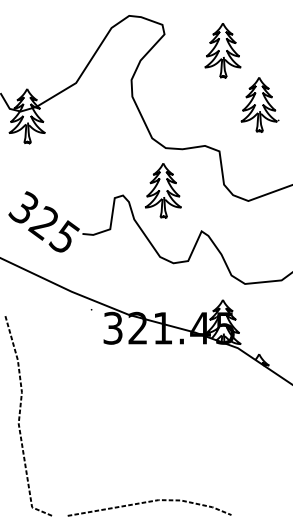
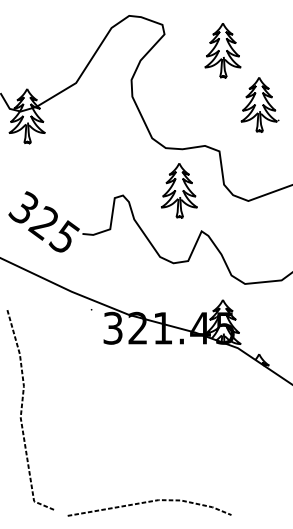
part at (163, 190) position: (163, 190) -> (179, 190)
curve at (20, 416) position: (20, 416) -> (22, 410)
